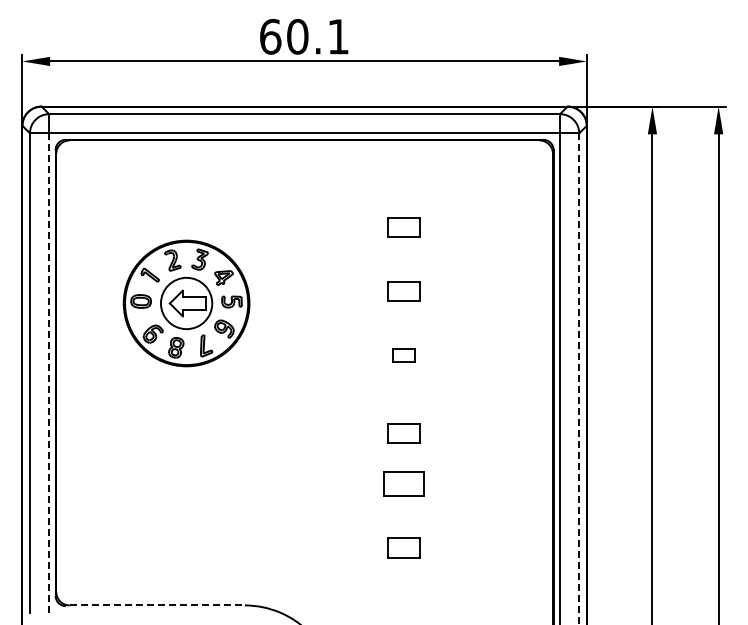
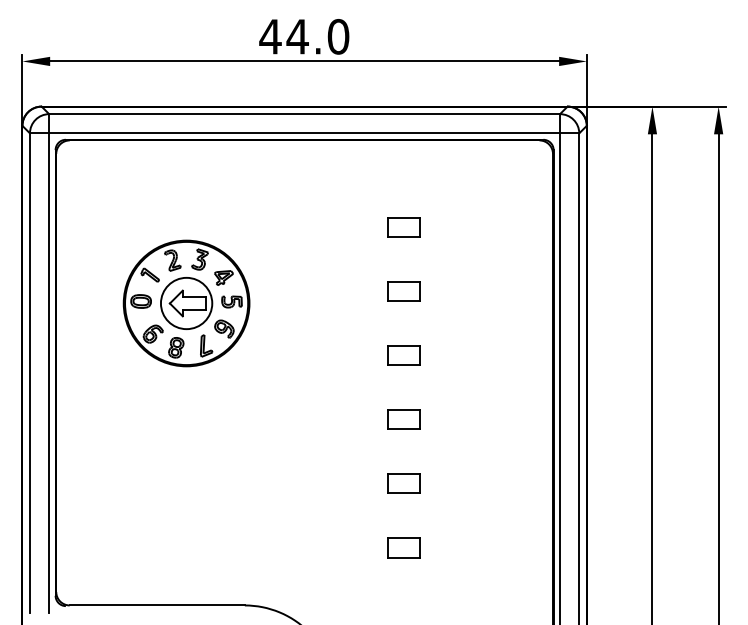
text at (304, 36): 60.1 -> 44.0
part at (403, 355) size: 24x15 px -> 34x21 px
line at (49, 372): dashed -> solid
line at (579, 379): dashed -> solid
part at (403, 433) position: (403, 433) -> (403, 419)
part at (403, 483) size: 42x26 px -> 34x21 px
line at (157, 605): dashed -> solid
